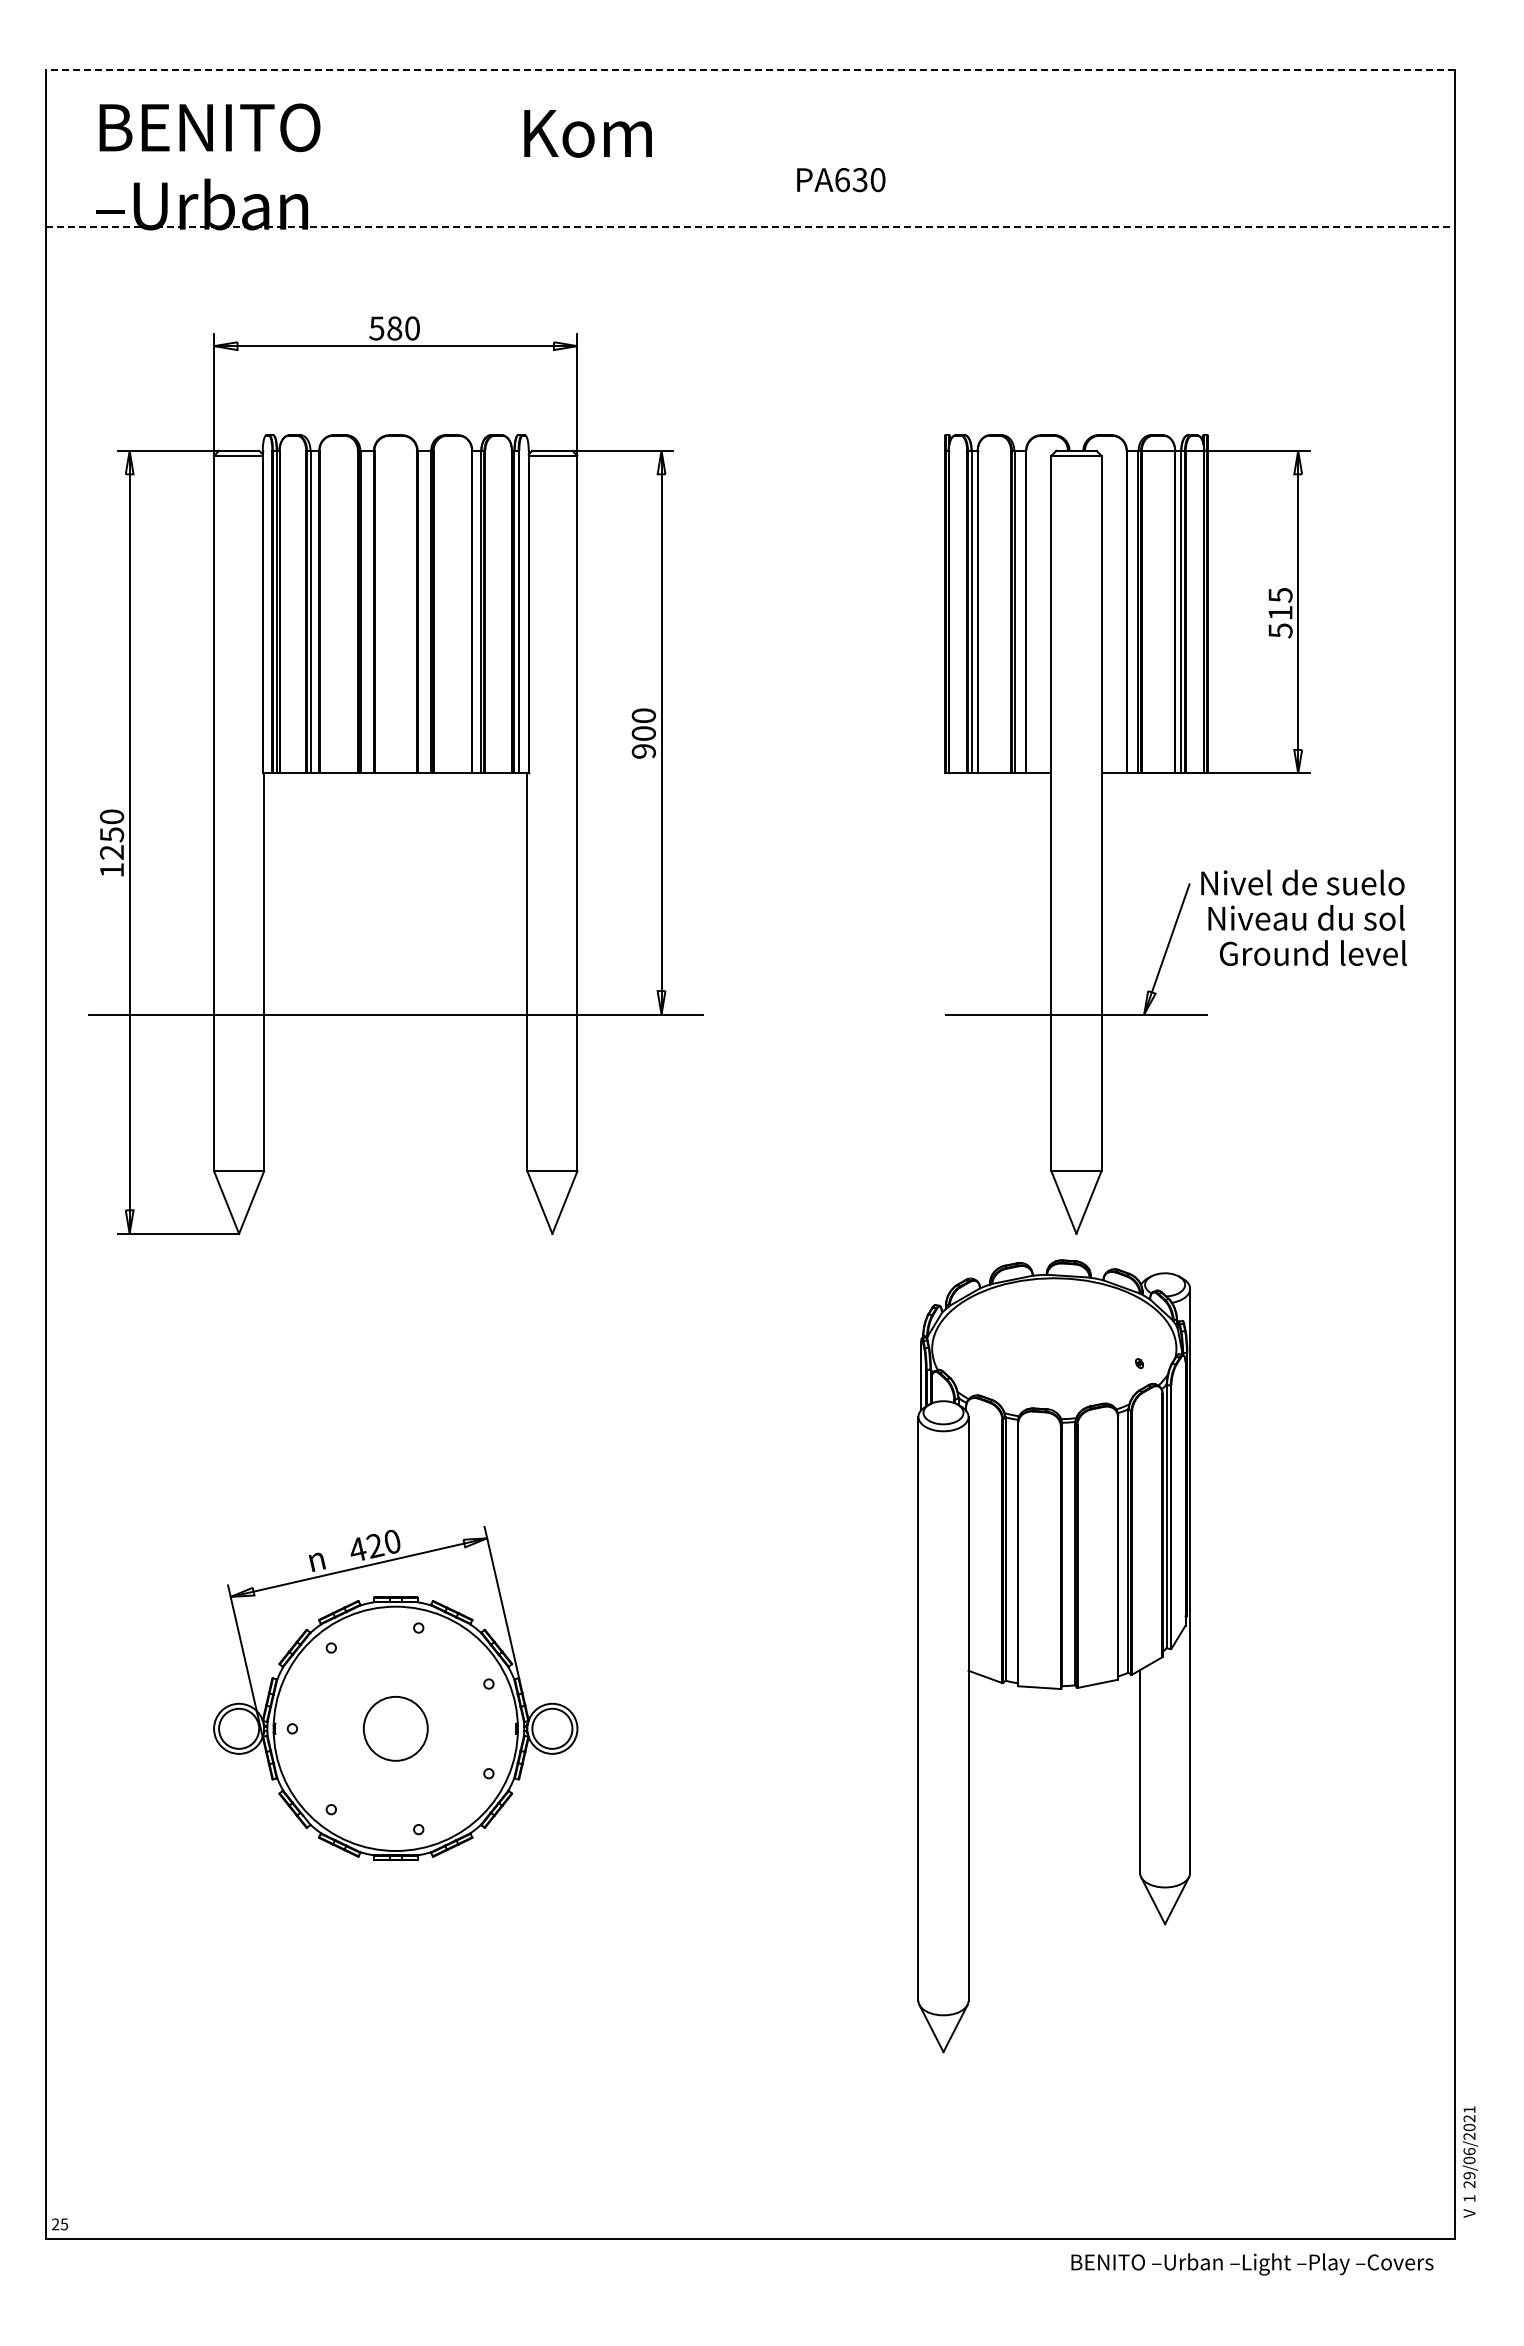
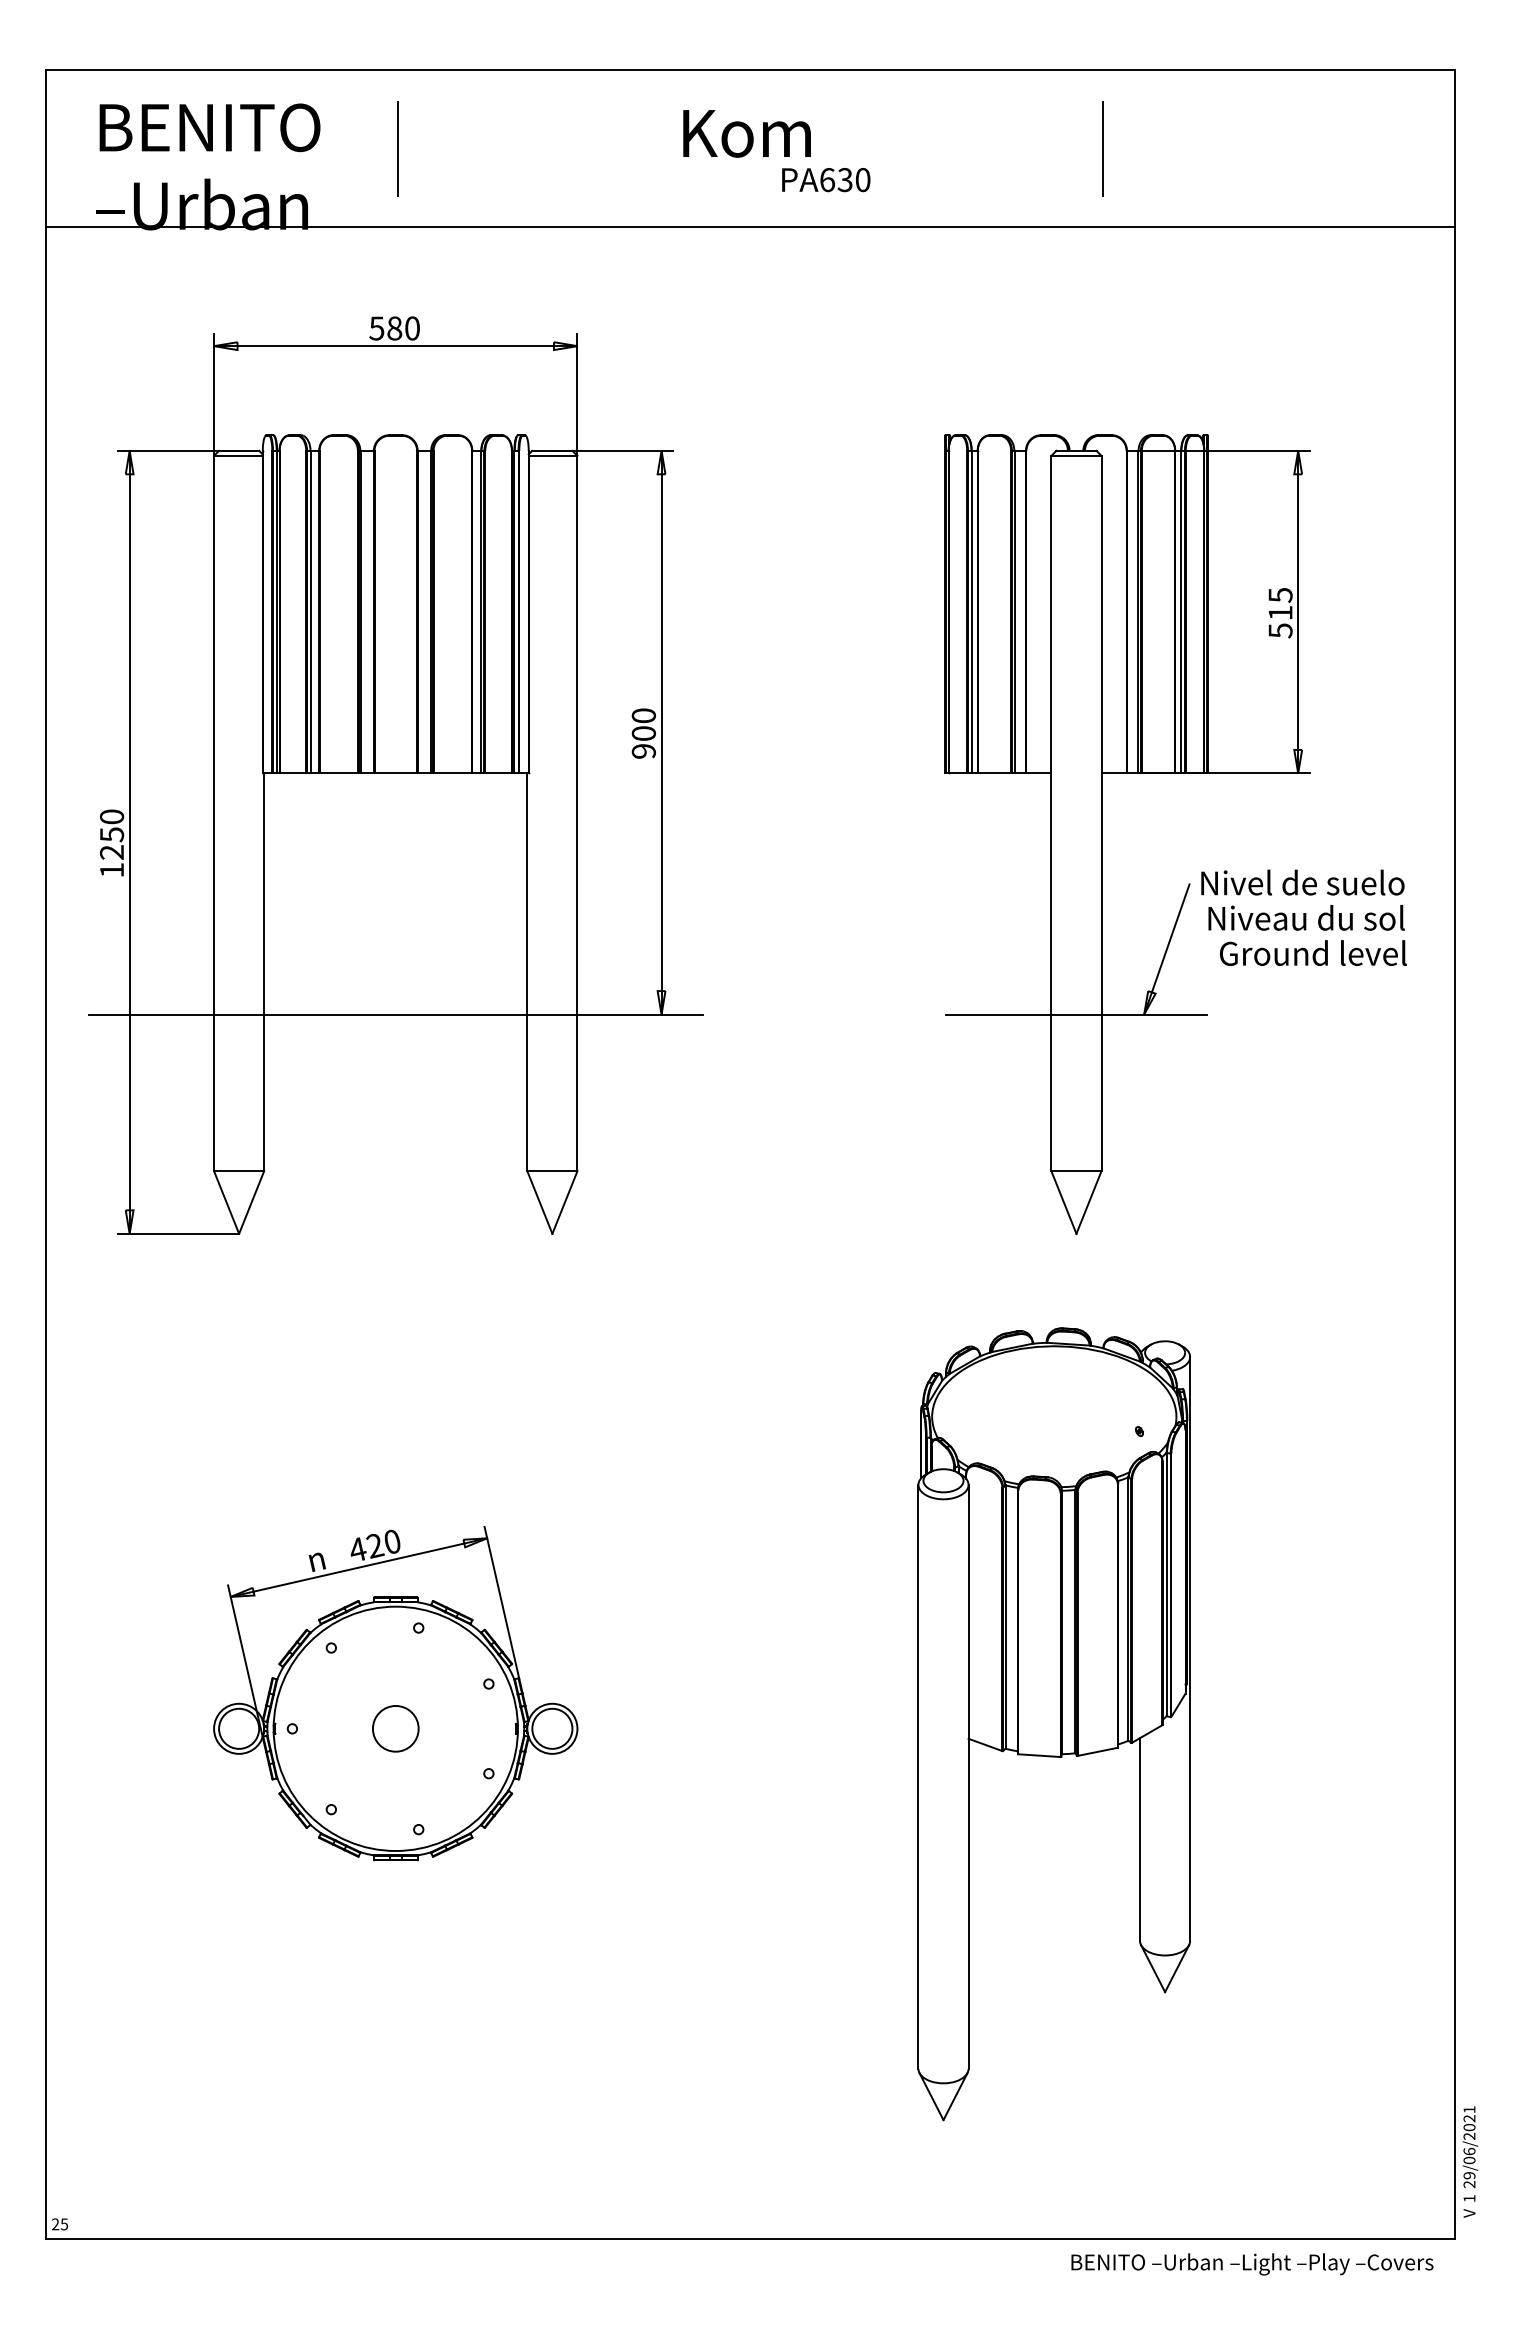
line at (750, 70): dashed -> solid
text at (587, 133) position: (587, 133) -> (746, 133)
line at (398, 148): none -> present
line at (1102, 148): none -> present
text at (841, 180) position: (841, 180) -> (826, 180)
line at (750, 226): dashed -> solid
part at (1053, 1656) position: (1053, 1656) -> (1053, 1724)
circle at (395, 1728) diameter: 64 px -> 46 px
